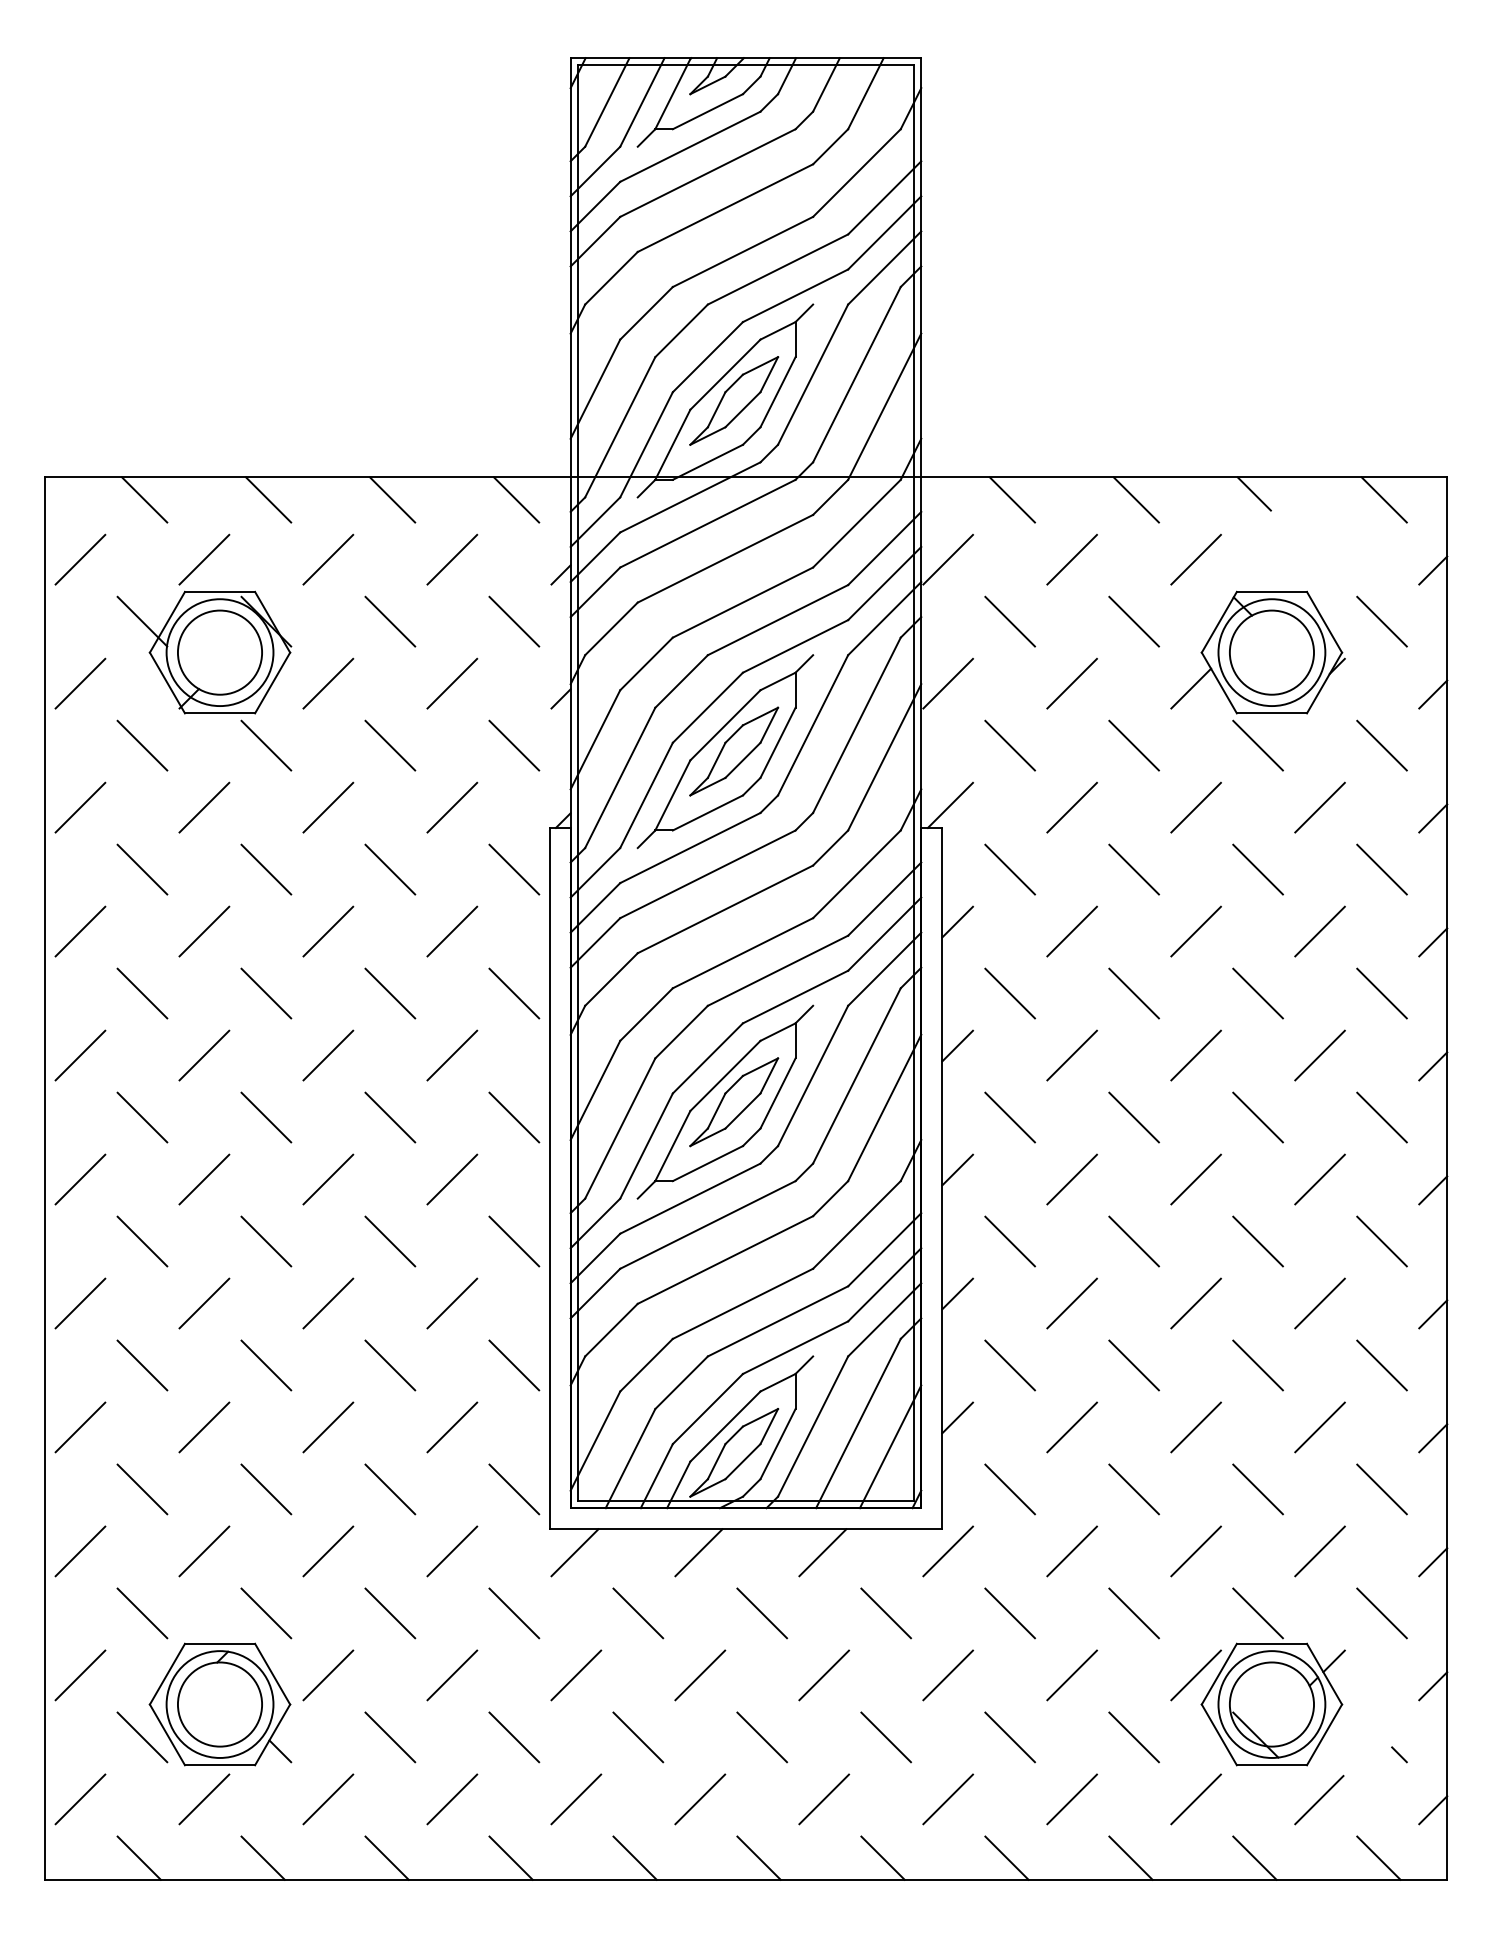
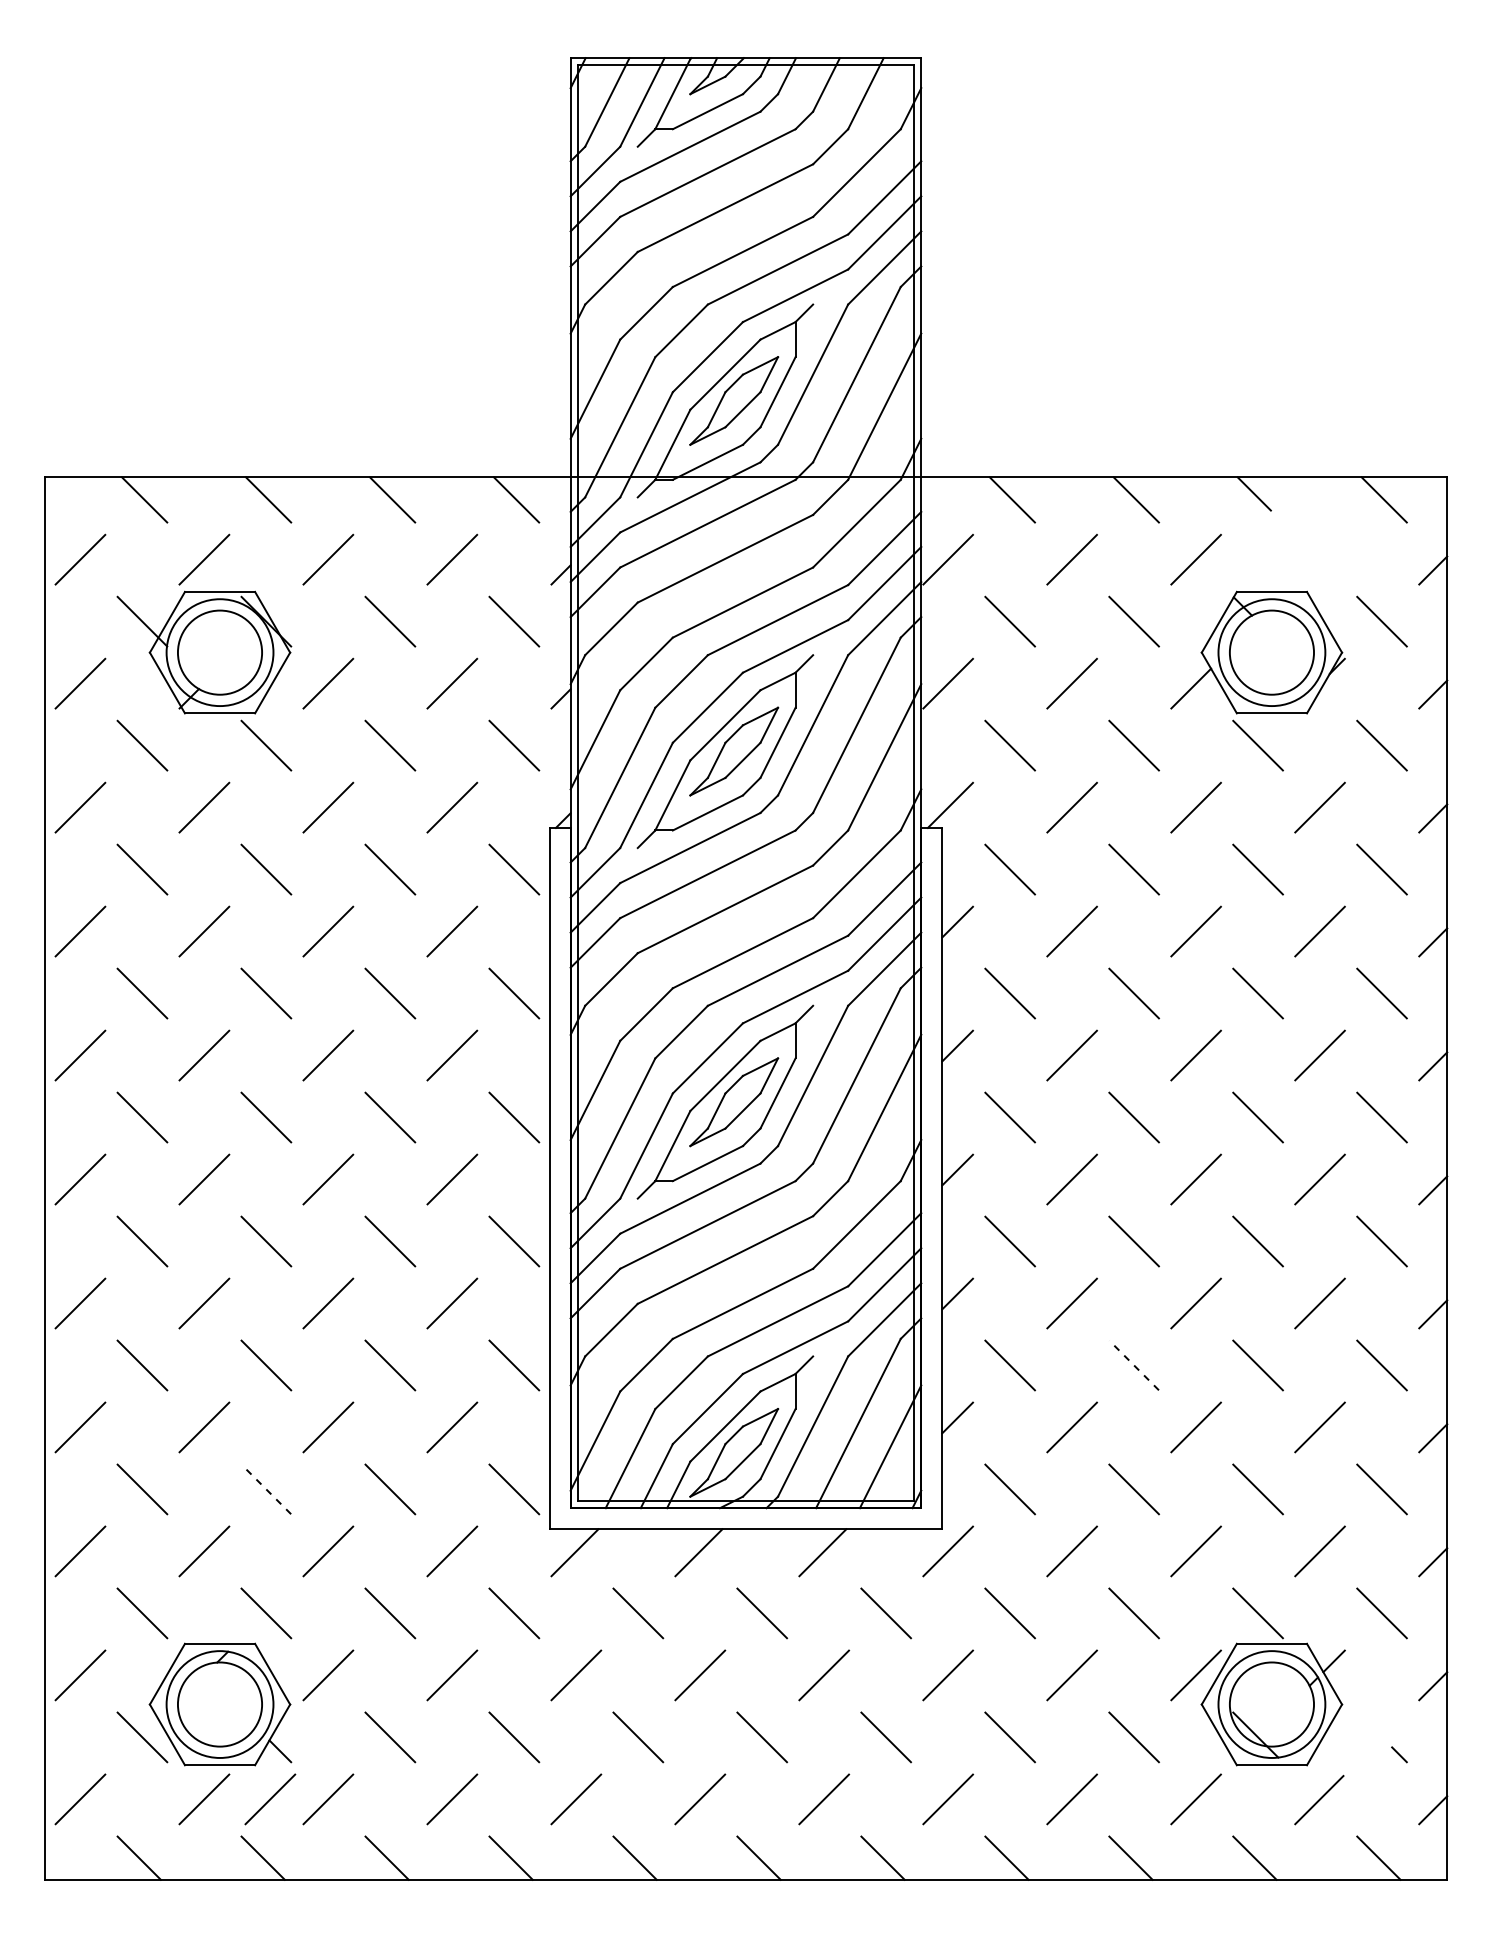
line at (1133, 1365): solid -> dashed
line at (266, 1489): solid -> dashed
line at (270, 1799): none -> present
